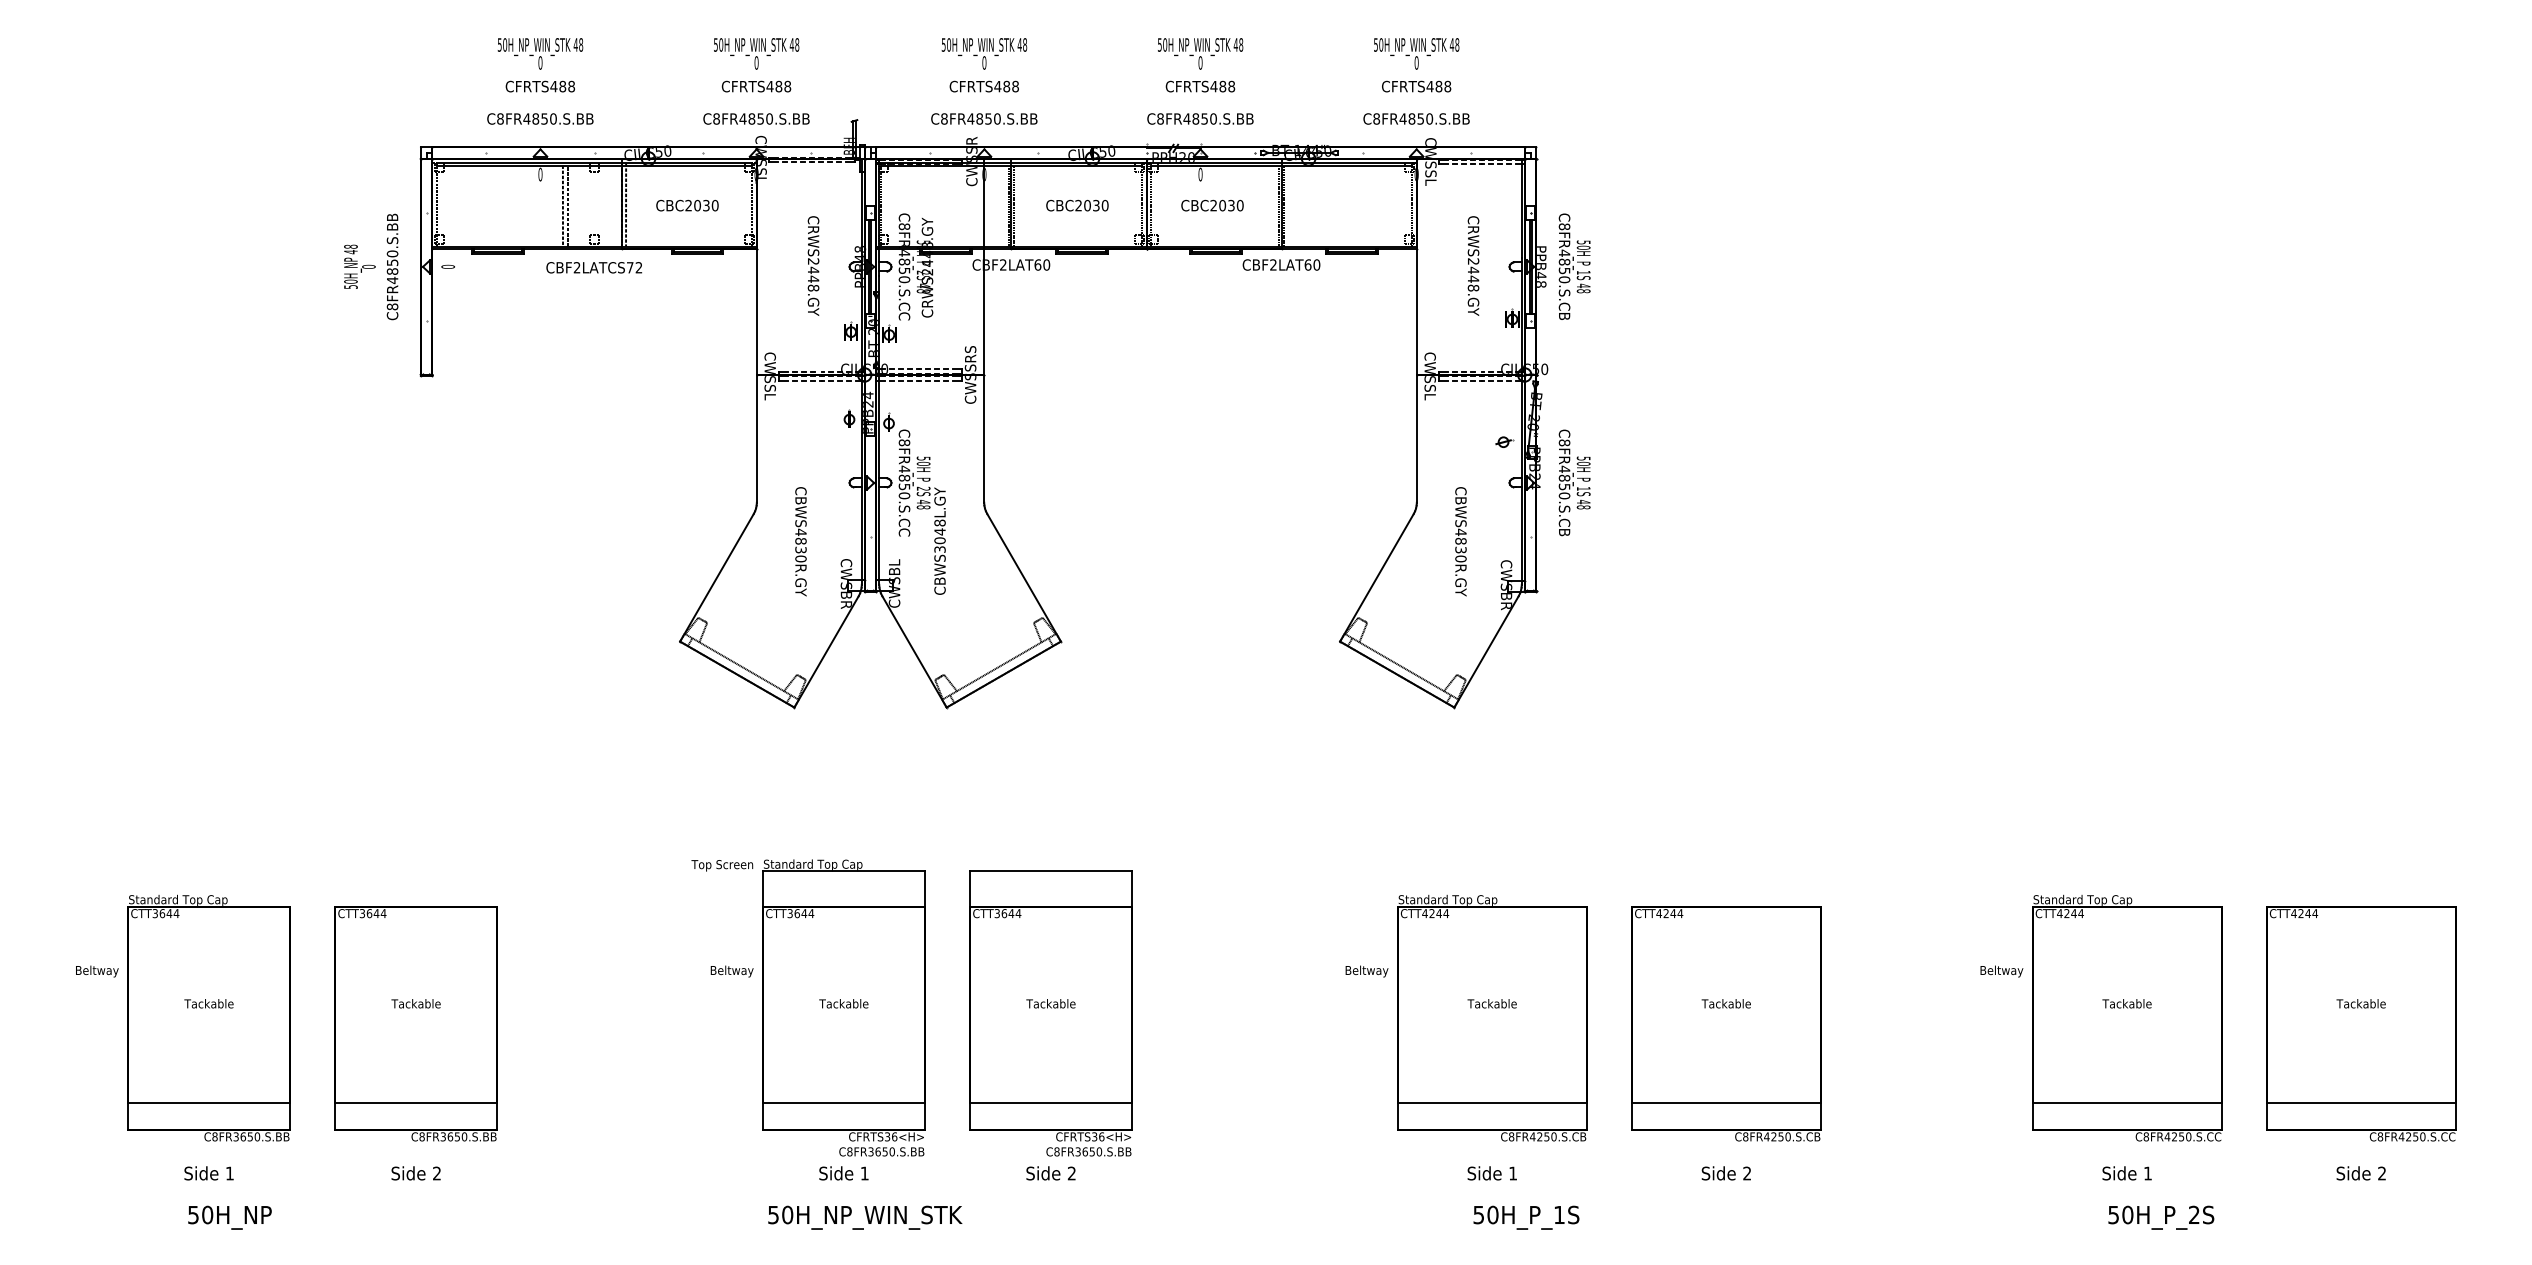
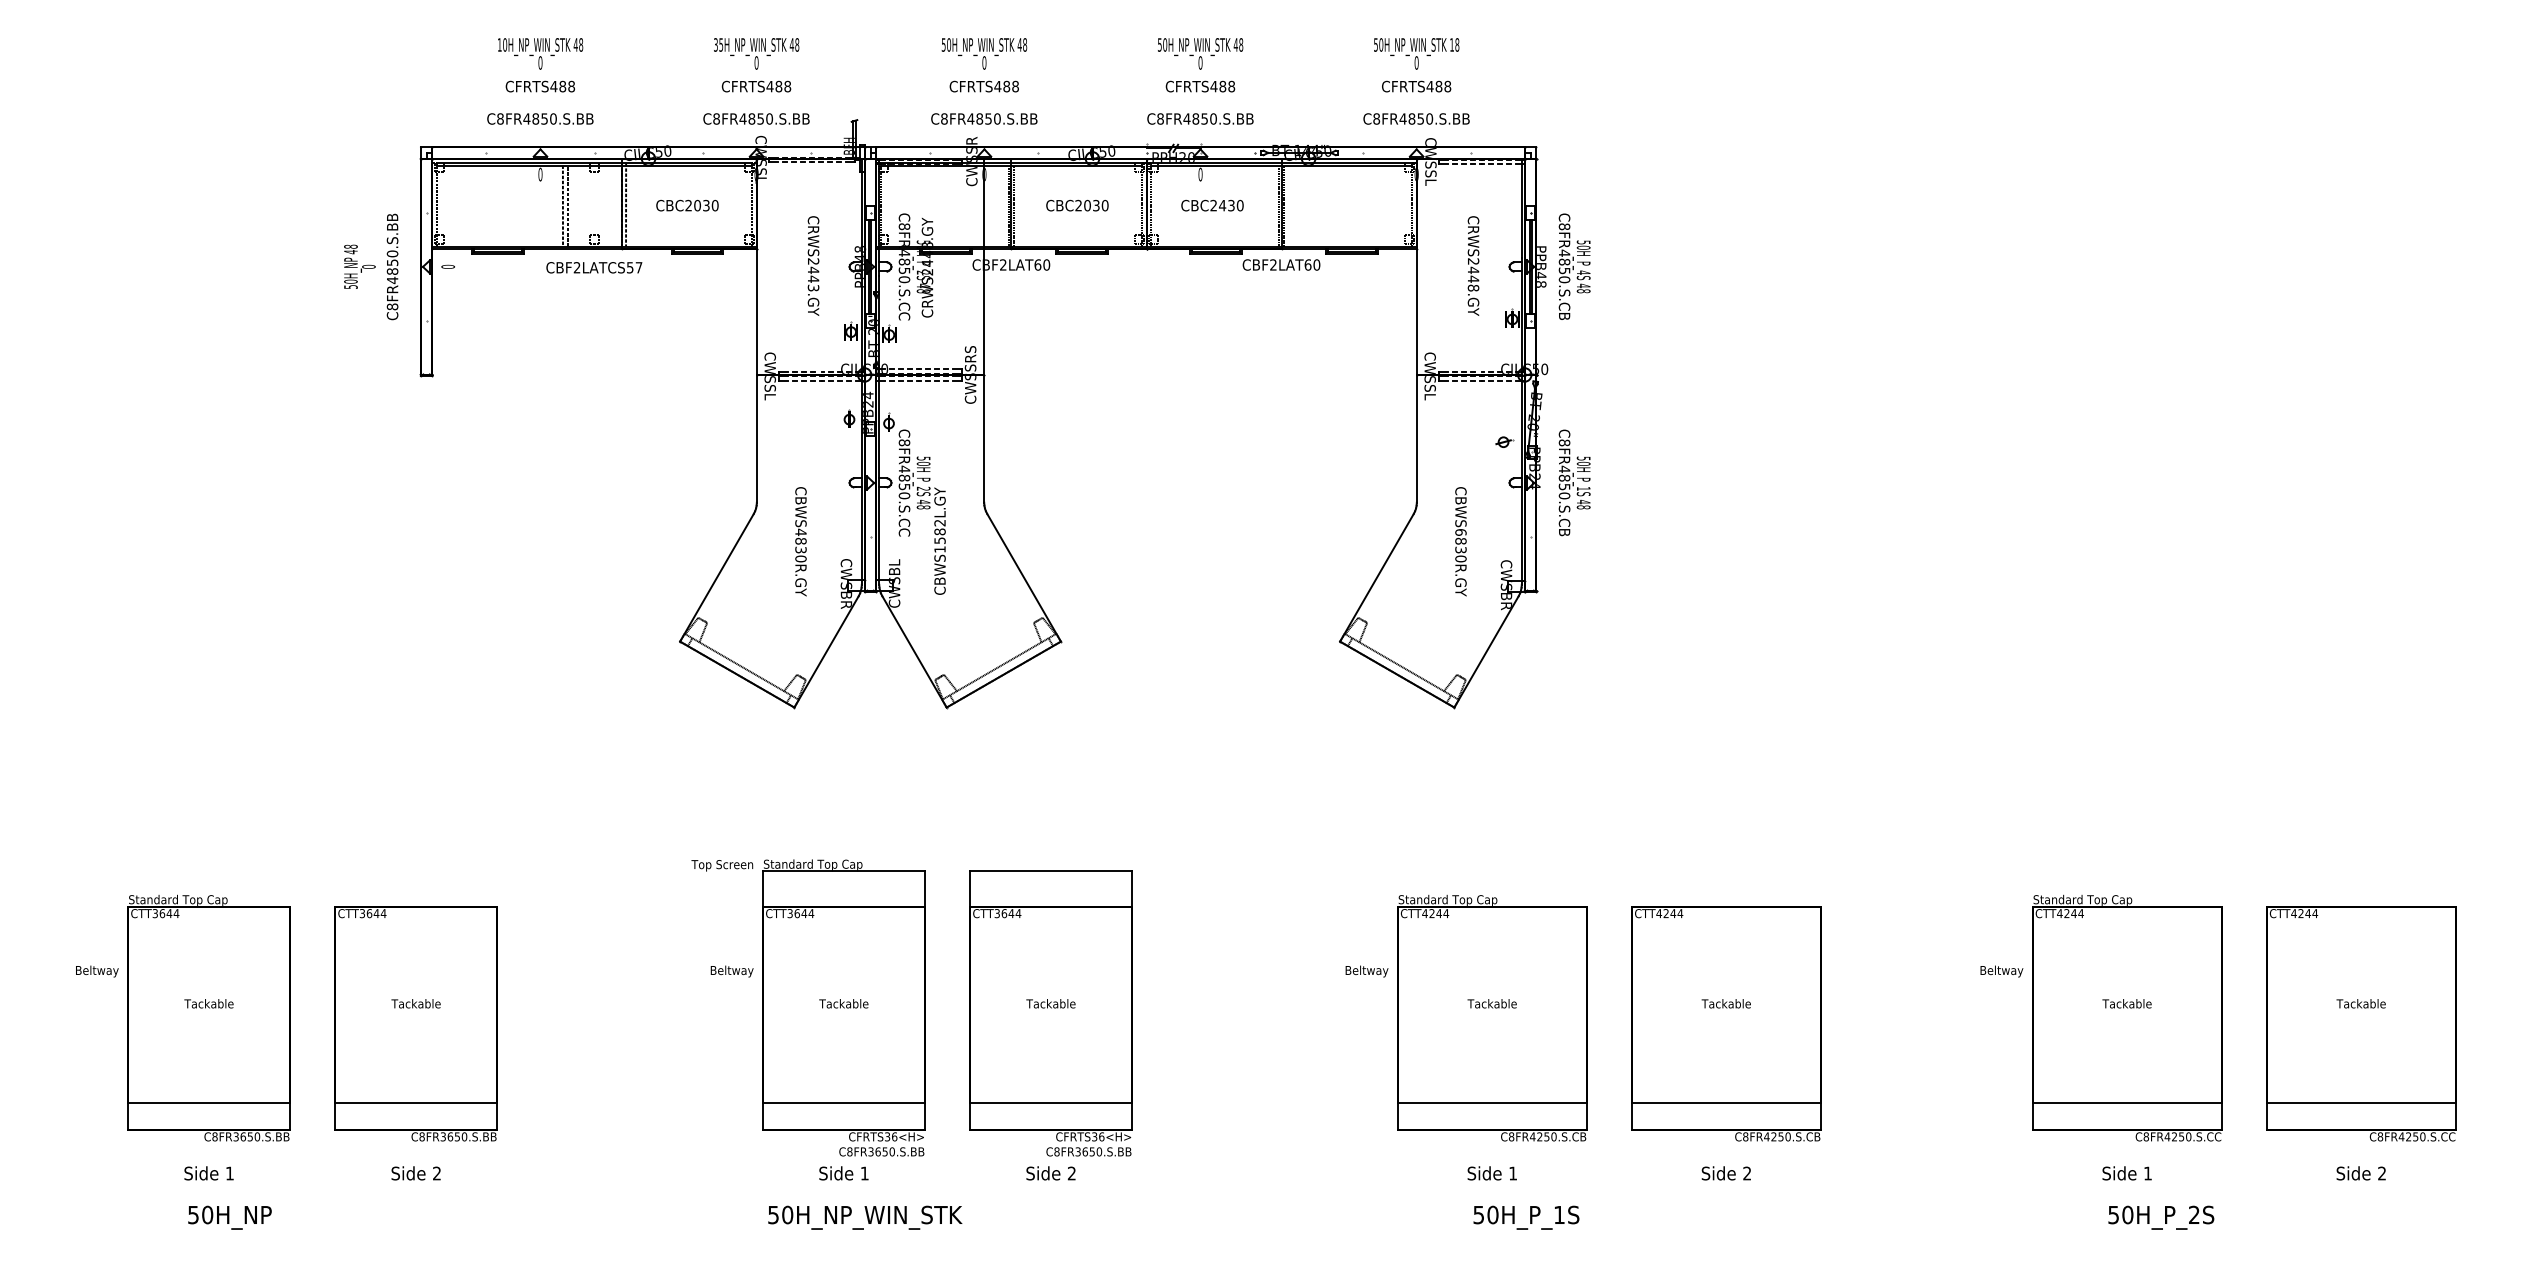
text at (499, 44): 50H_NP_WIN_STK -> 10H_NP_WIN_STK
text at (718, 44): 50H_NP_WIN_STK -> 35H_NP_WIN_STK
text at (1451, 44): 48 -> 18
text at (1222, 205): CBC2030 -> CBC2430
text at (634, 267): CBF2LATCS72 -> CBF2LATCS57
text at (1583, 272): 50H_P_1S -> 50H_P_4S
text at (813, 287): CRWS2448.GY -> CRWS2443.GY
text at (1460, 532): CBWS4830R.GY -> CBWS6830R.GY
text at (939, 535): CBWS3048L.GY -> CBWS1582L.GY
